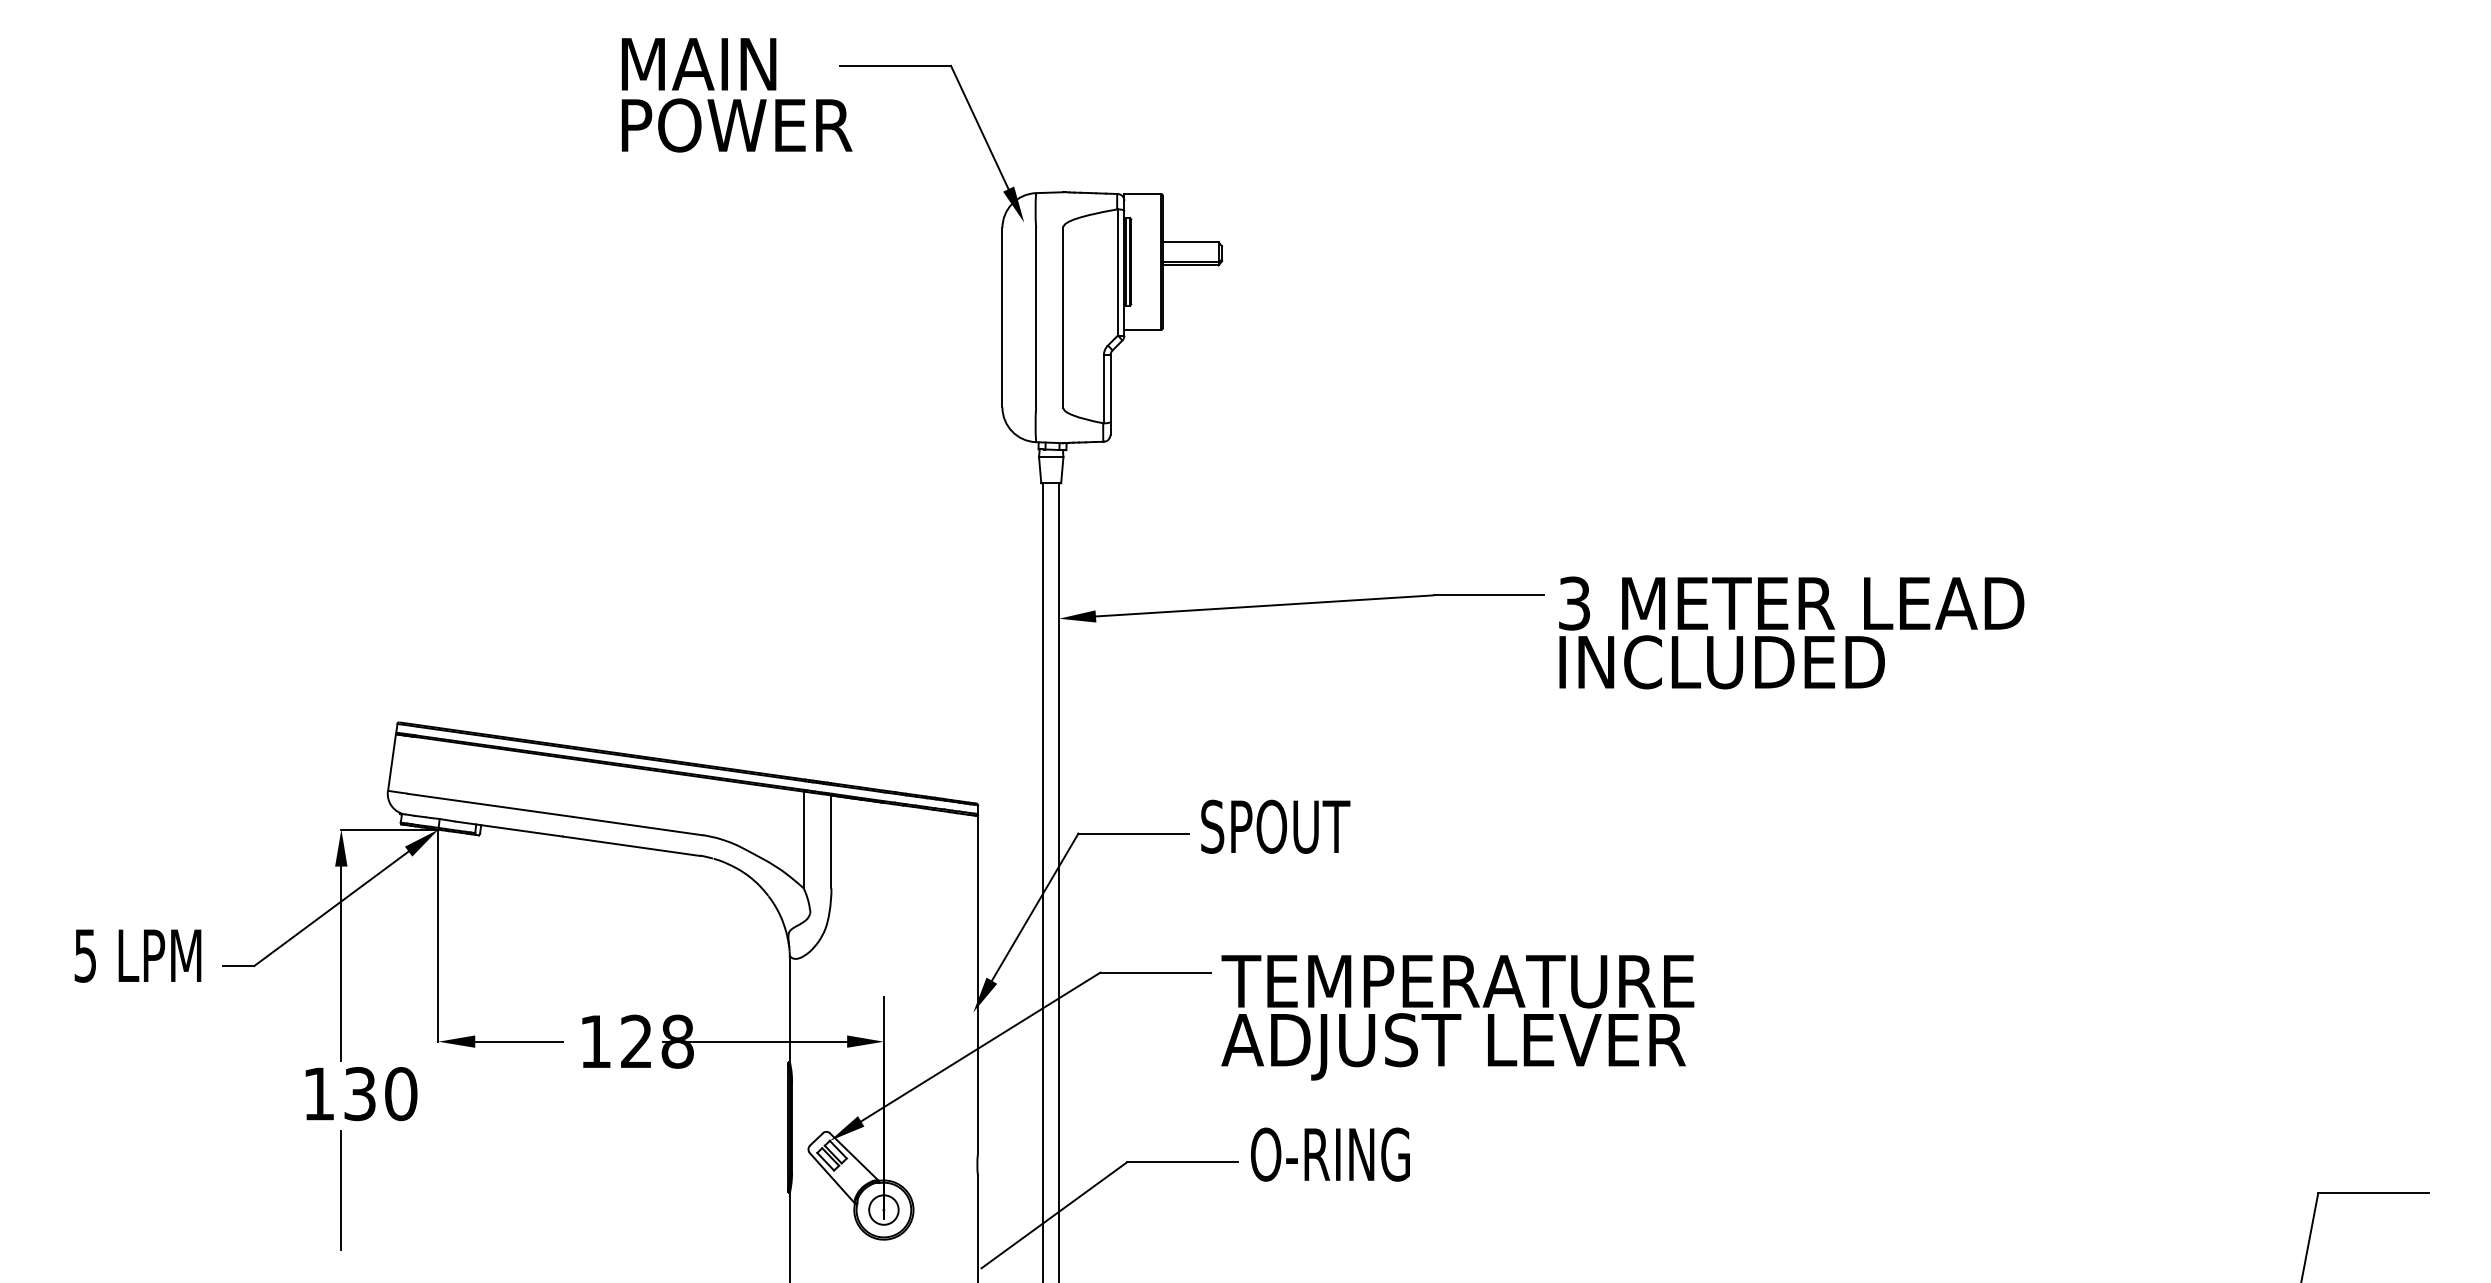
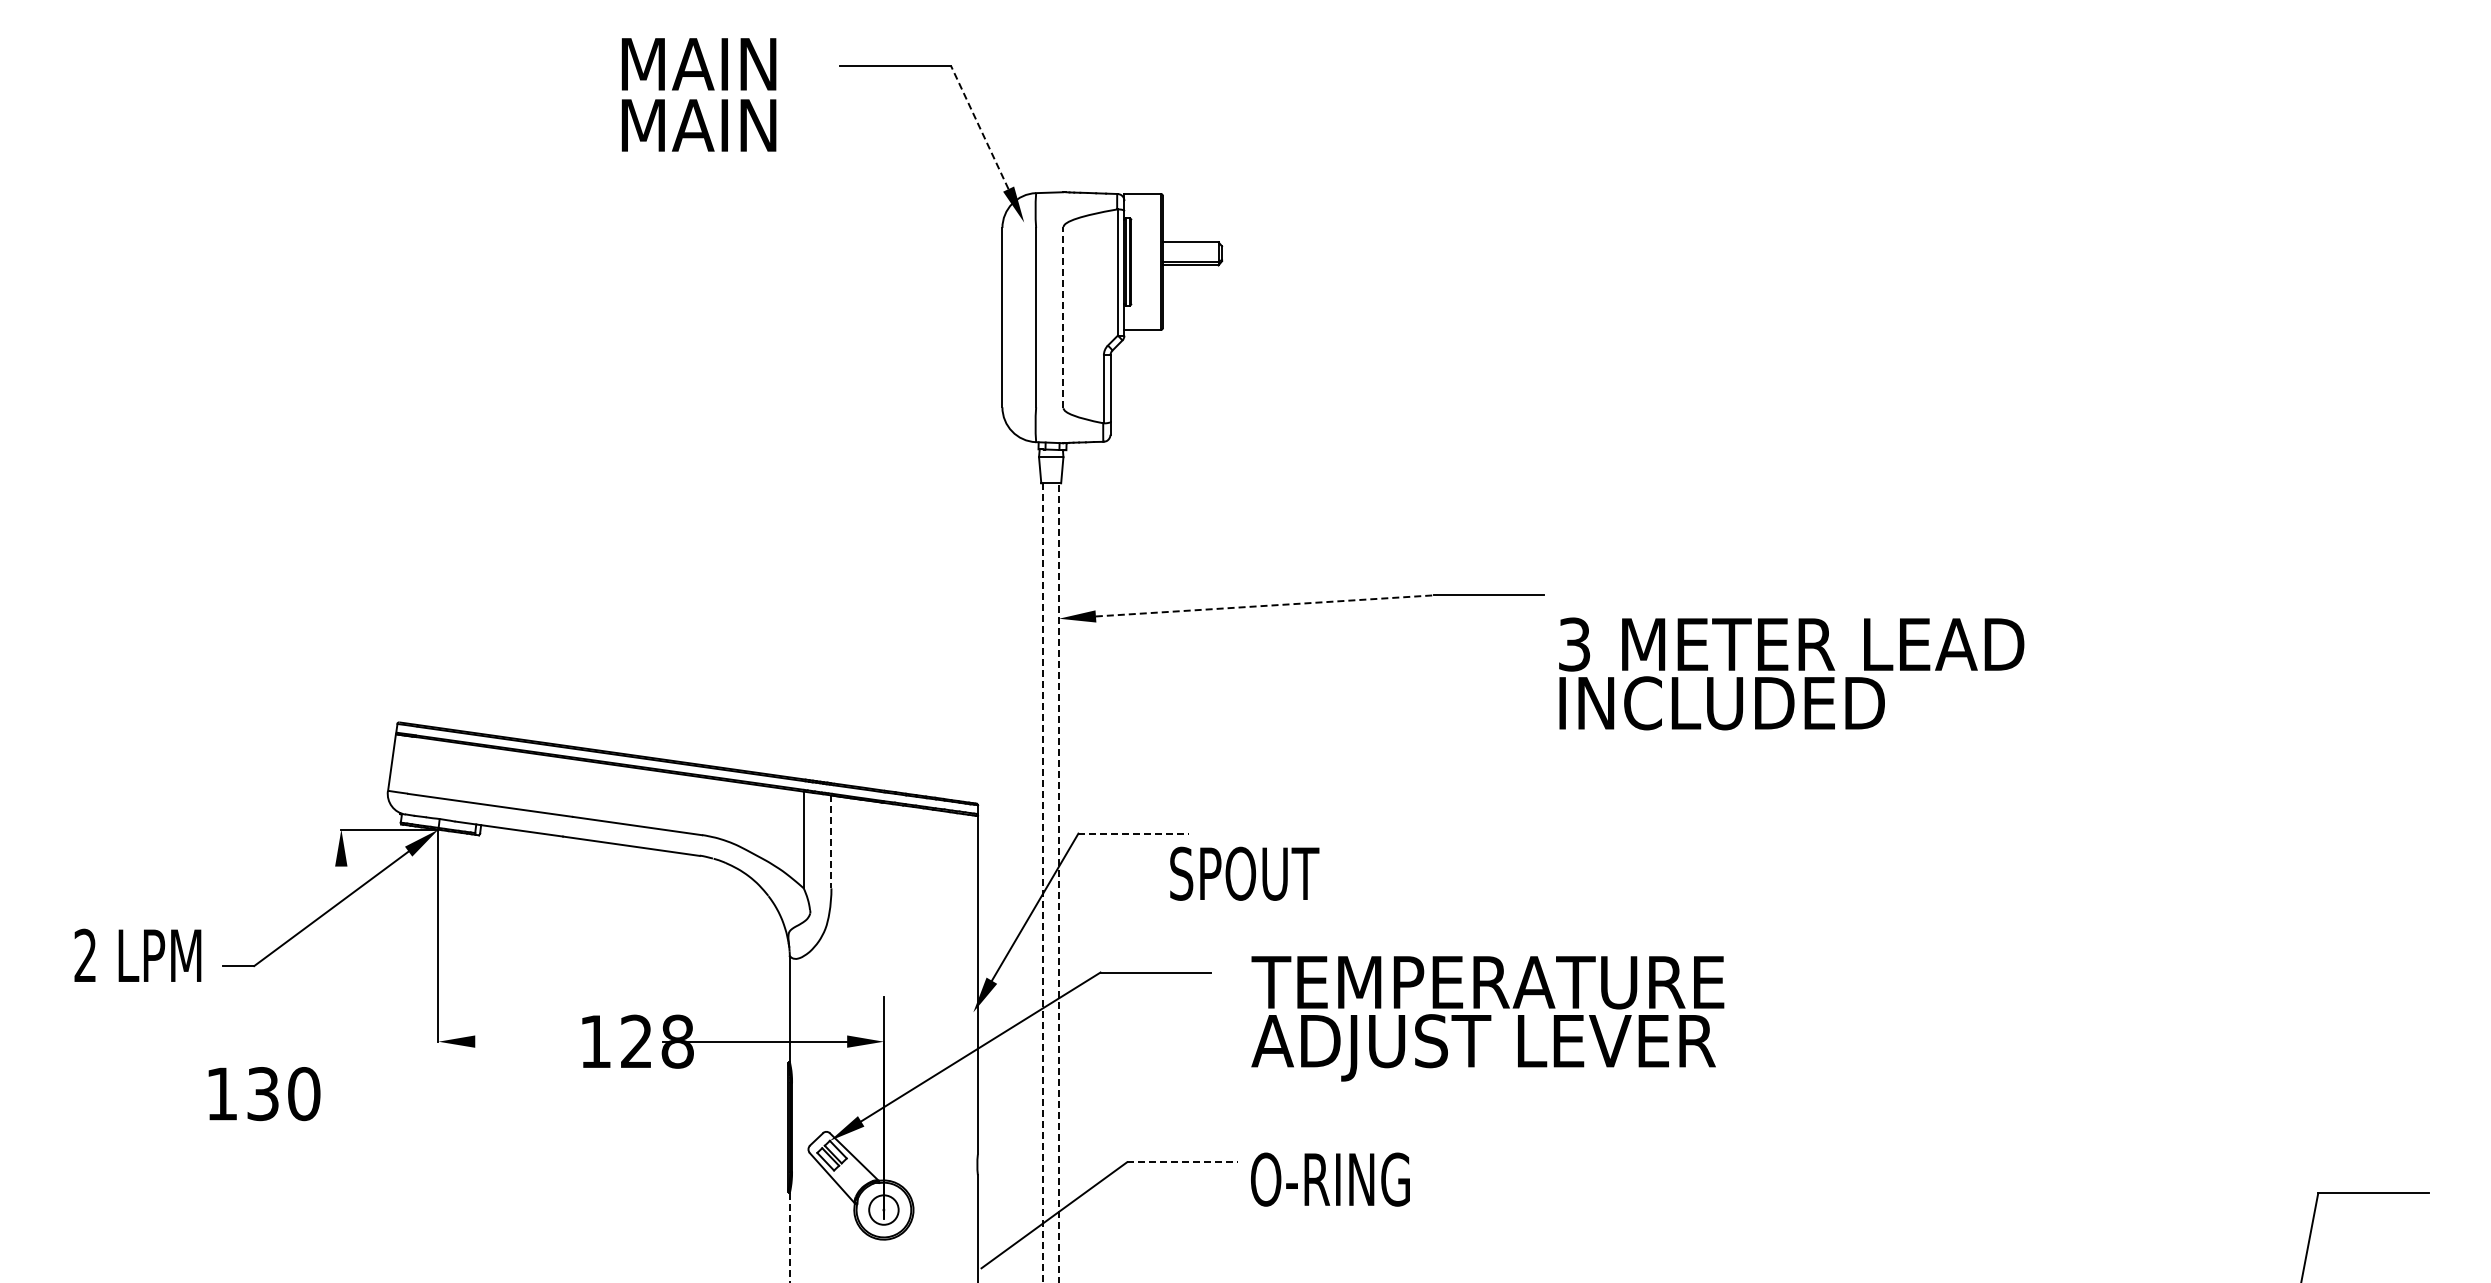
text at (740, 125): POWER -> MAIN
line at (979, 127): solid -> dashed
line at (1063, 317): solid -> dashed
line at (1265, 605): solid -> dashed
text at (1791, 632) position: (1791, 632) -> (1791, 673)
text at (1275, 826) position: (1275, 826) -> (1244, 873)
line at (1134, 833): solid -> dashed
line at (831, 842): solid -> dashed
line at (1059, 882): solid -> dashed
line at (1043, 883): solid -> dashed
text at (84, 955): 5 -> 2
line at (341, 963): present -> none
text at (1457, 1017) position: (1457, 1017) -> (1487, 1018)
line at (519, 1041): present -> none
text at (361, 1094) position: (361, 1094) -> (264, 1094)
text at (1330, 1154) position: (1330, 1154) -> (1330, 1179)
line at (1182, 1162): solid -> dashed
line at (341, 1190): present -> none
line at (789, 1238): solid -> dashed
